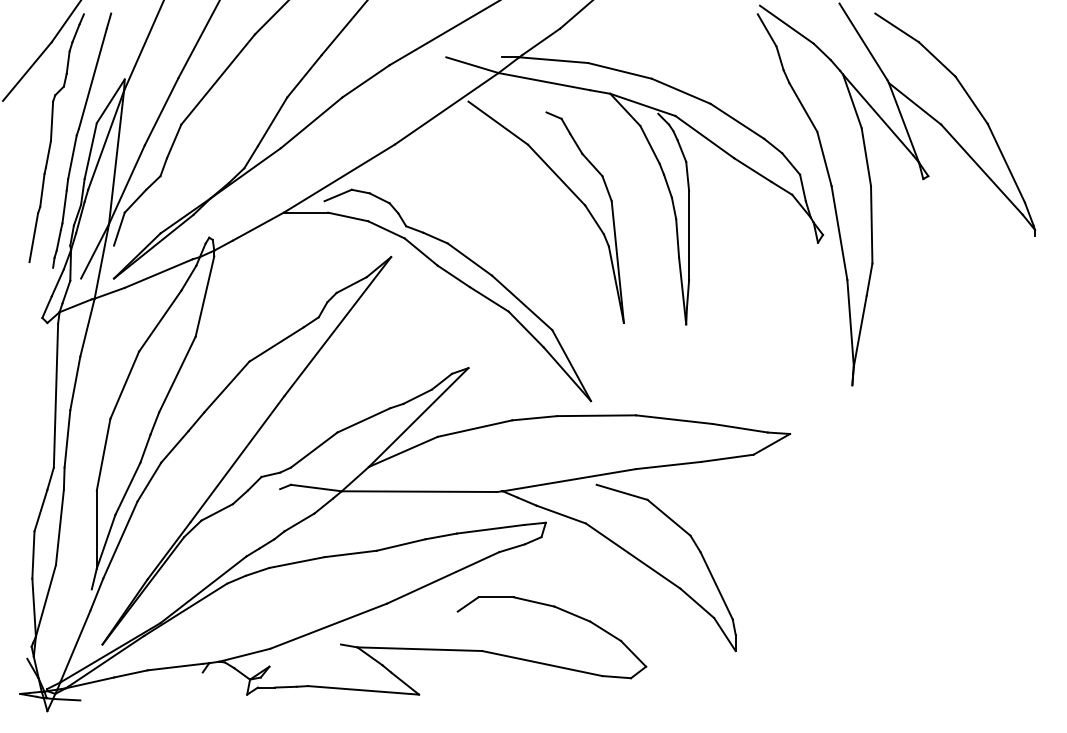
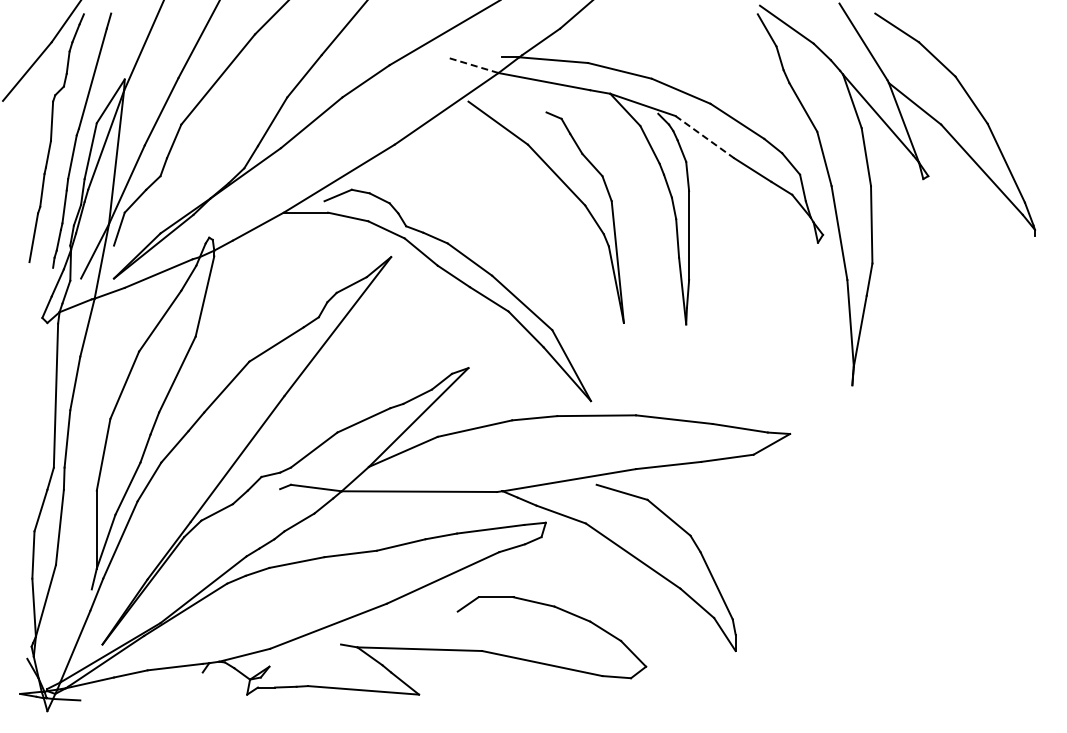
line at (471, 65): solid -> dashed
line at (705, 137): solid -> dashed
